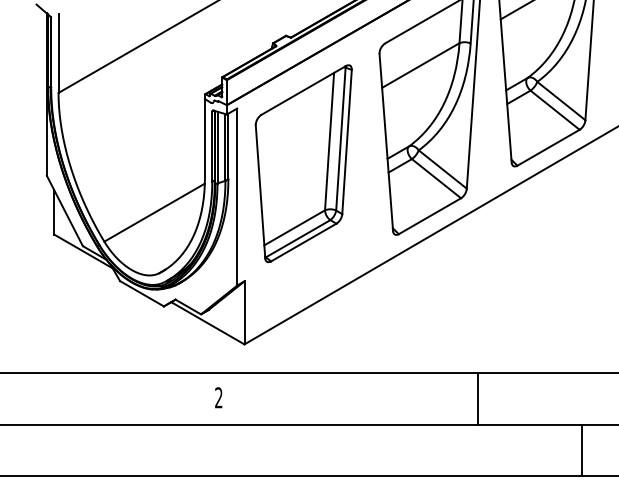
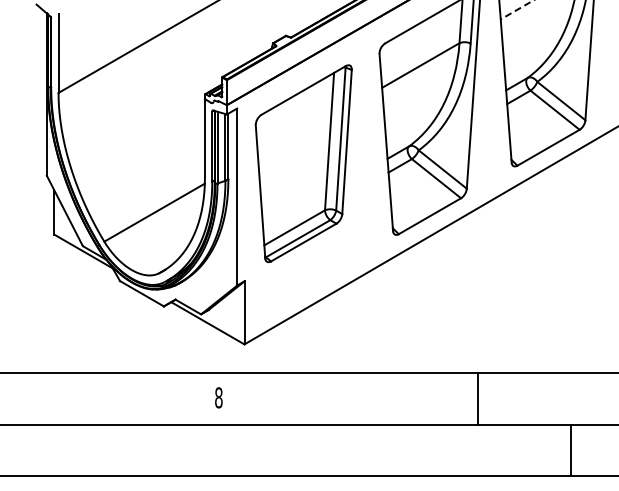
line at (517, 9): solid -> dashed
text at (218, 397): 2 -> 8
line at (581, 450) position: (581, 450) -> (570, 450)
